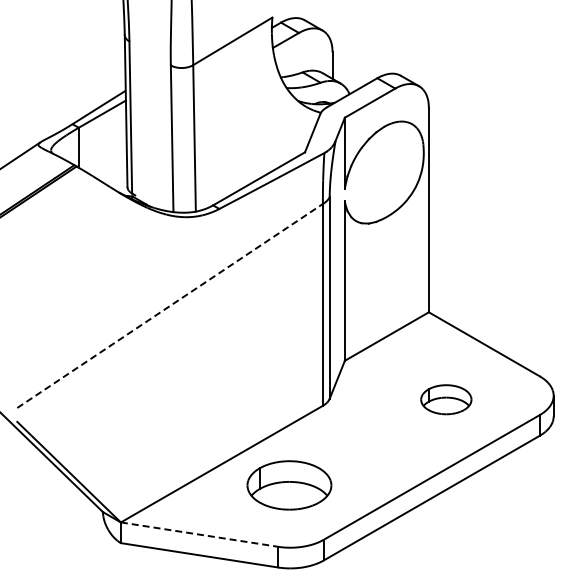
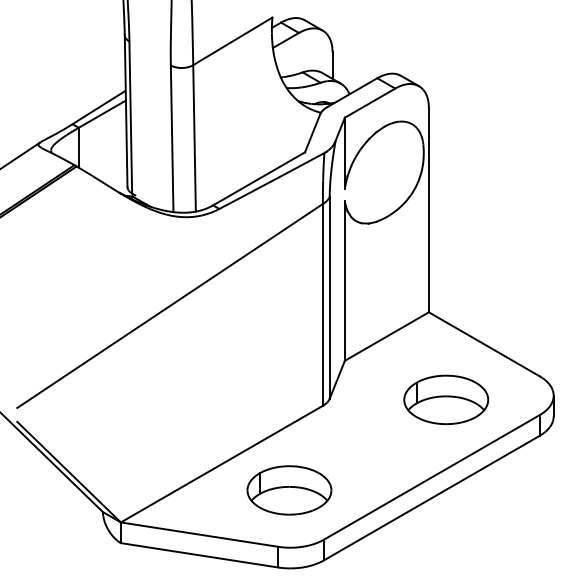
line at (170, 305): dashed -> solid
part at (446, 399) size: 53x32 px -> 87x51 px
part at (289, 485) position: (289, 485) -> (289, 490)
line at (199, 534): dashed -> solid
